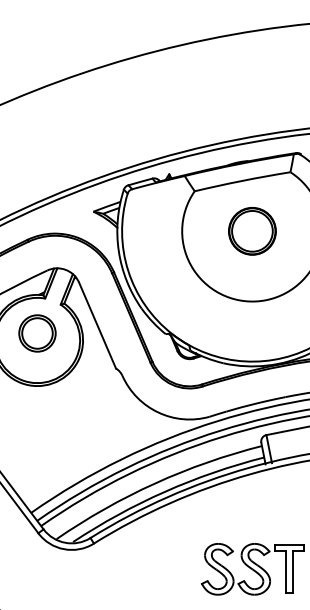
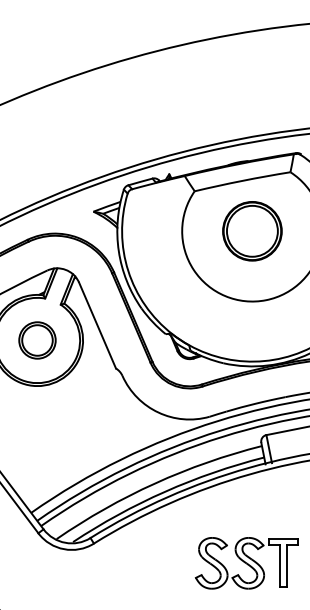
part at (252, 231) size: 49x49 px -> 61x61 px
part at (37, 333) position: (37, 333) -> (37, 340)
part at (252, 569) position: (252, 569) -> (246, 563)
